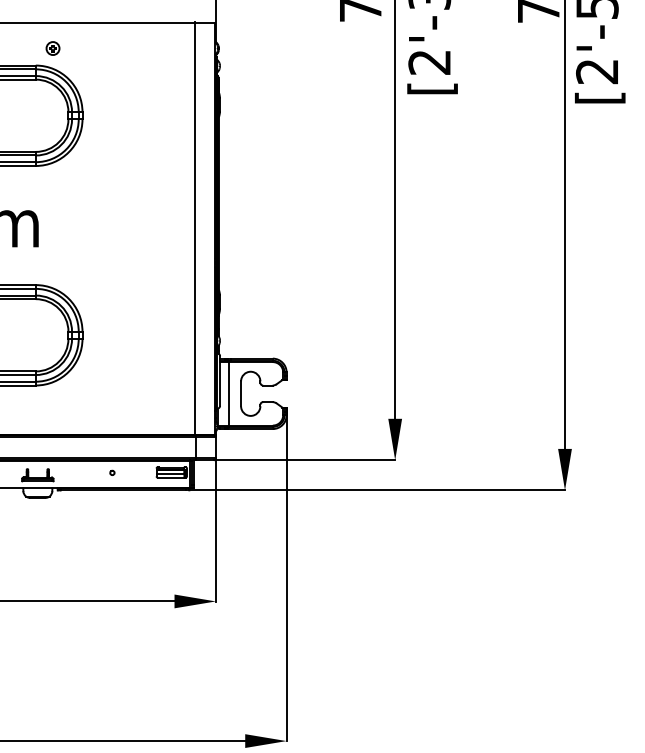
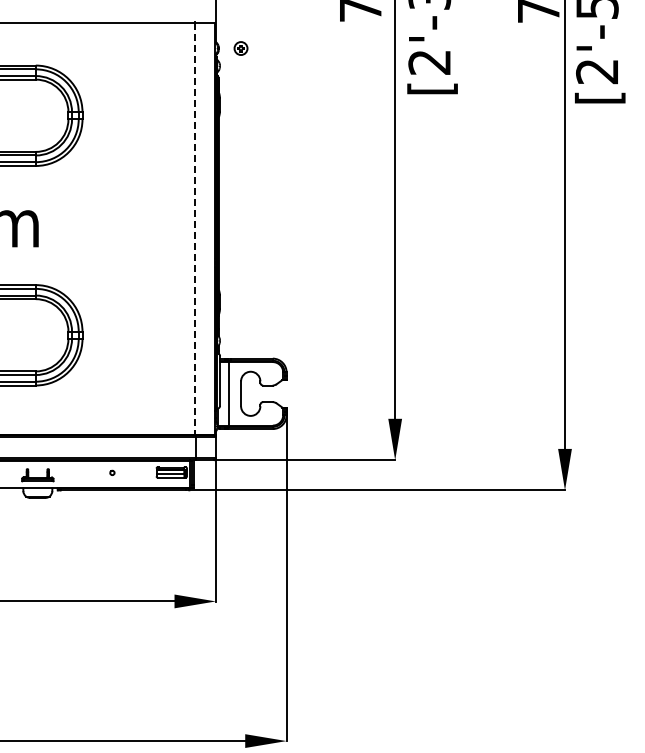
part at (52, 48) position: (52, 48) -> (240, 48)
line at (195, 228): solid -> dashed
